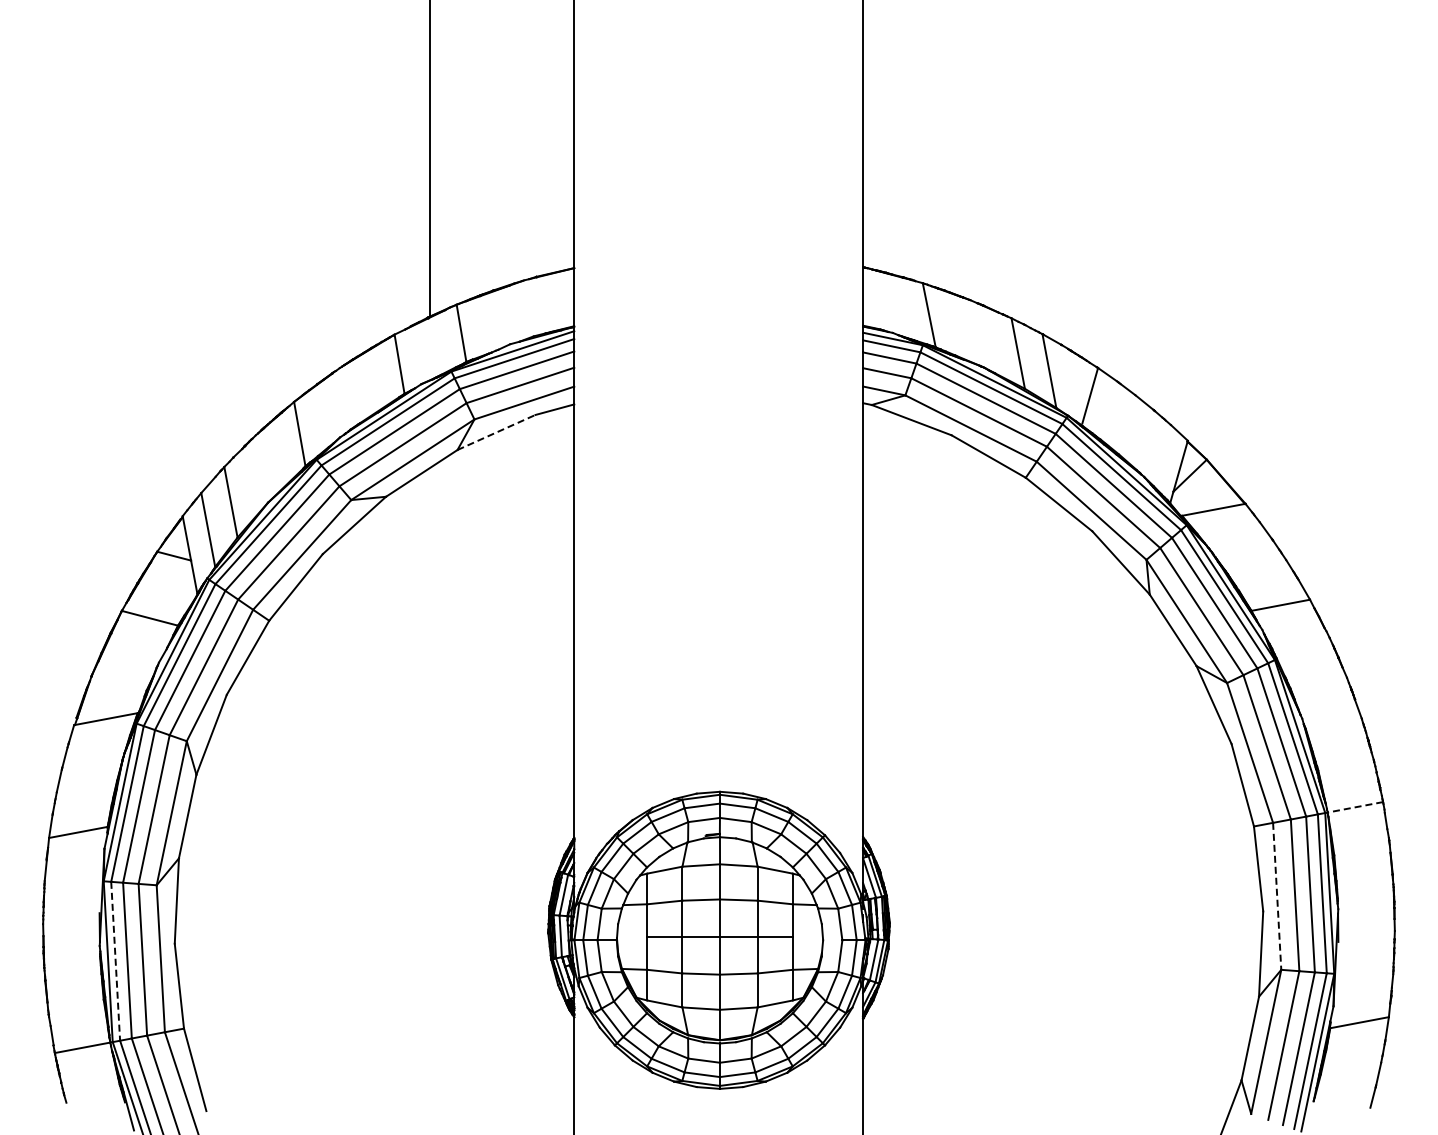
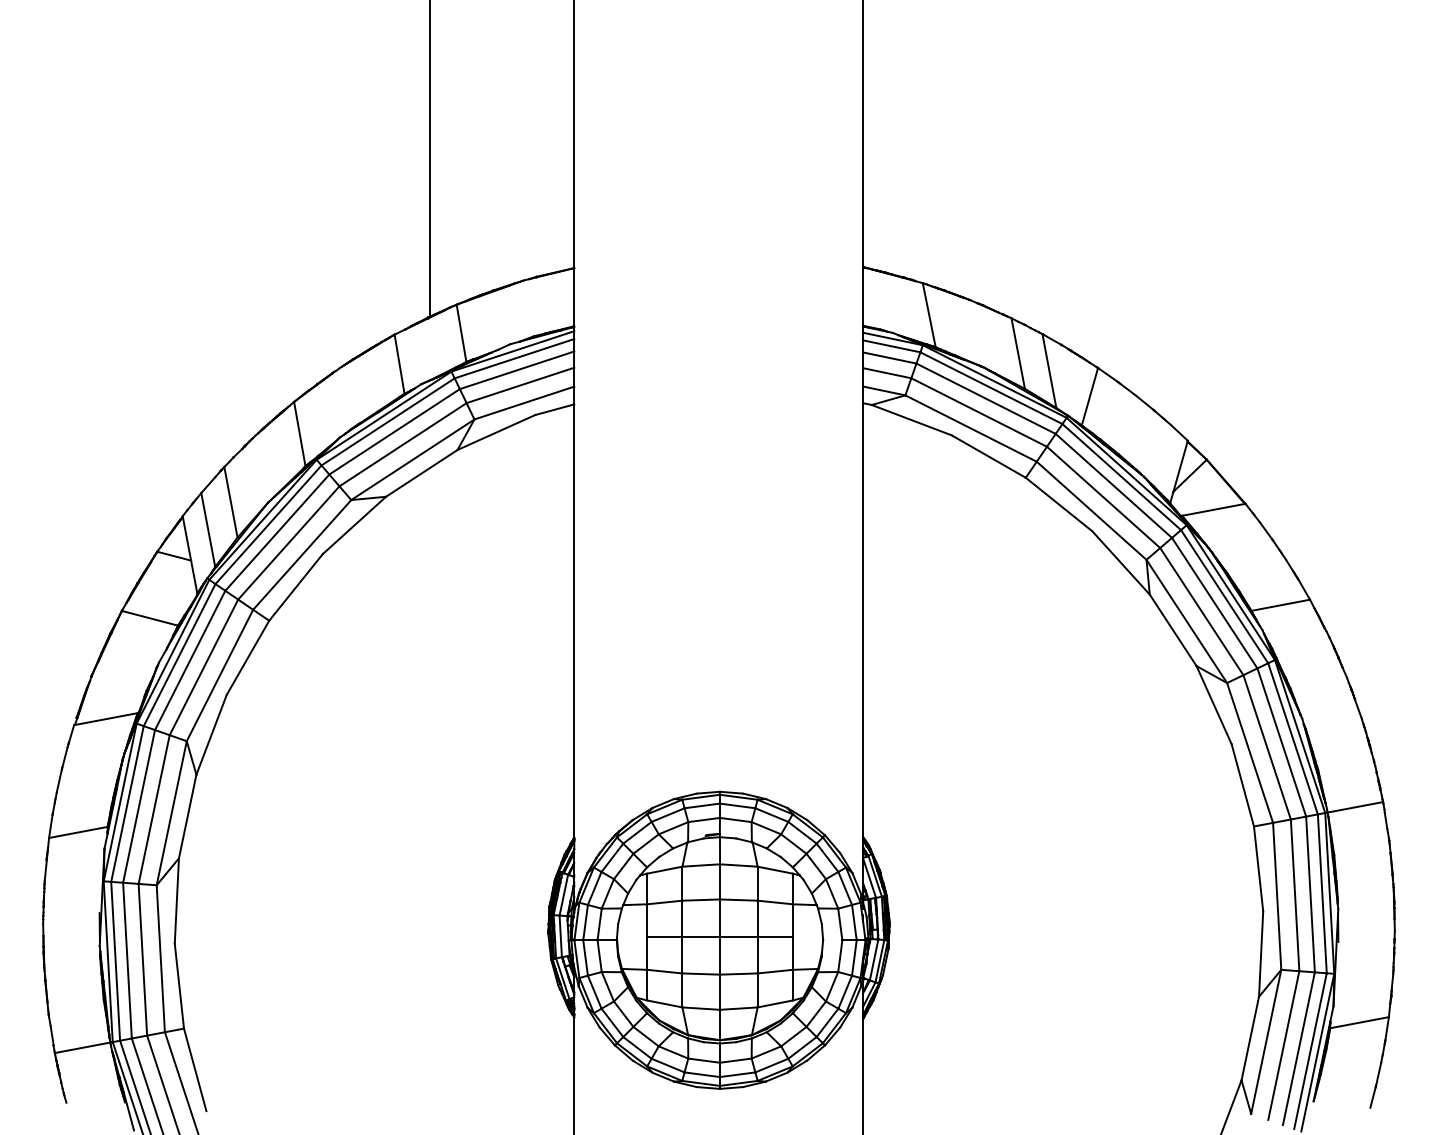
line at (496, 432): dashed -> solid
line at (1354, 807): dashed -> solid
line at (1277, 896): dashed -> solid
line at (115, 961): dashed -> solid
